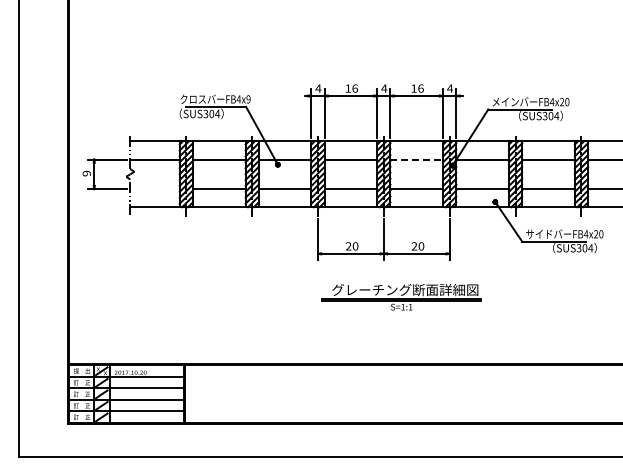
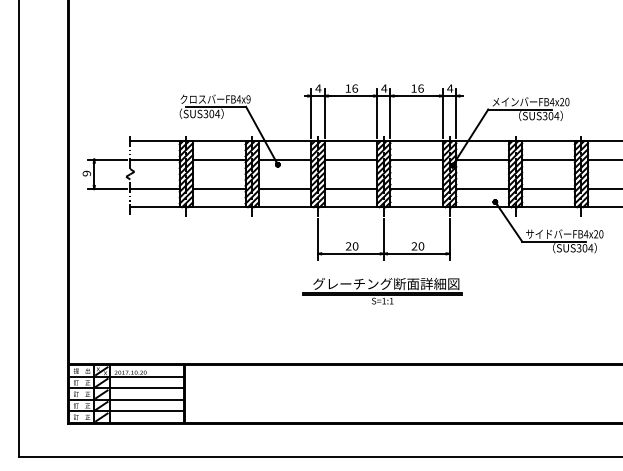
line at (417, 159): dashed -> solid
line at (154, 189): none -> present
part at (401, 297) position: (401, 297) -> (382, 291)
